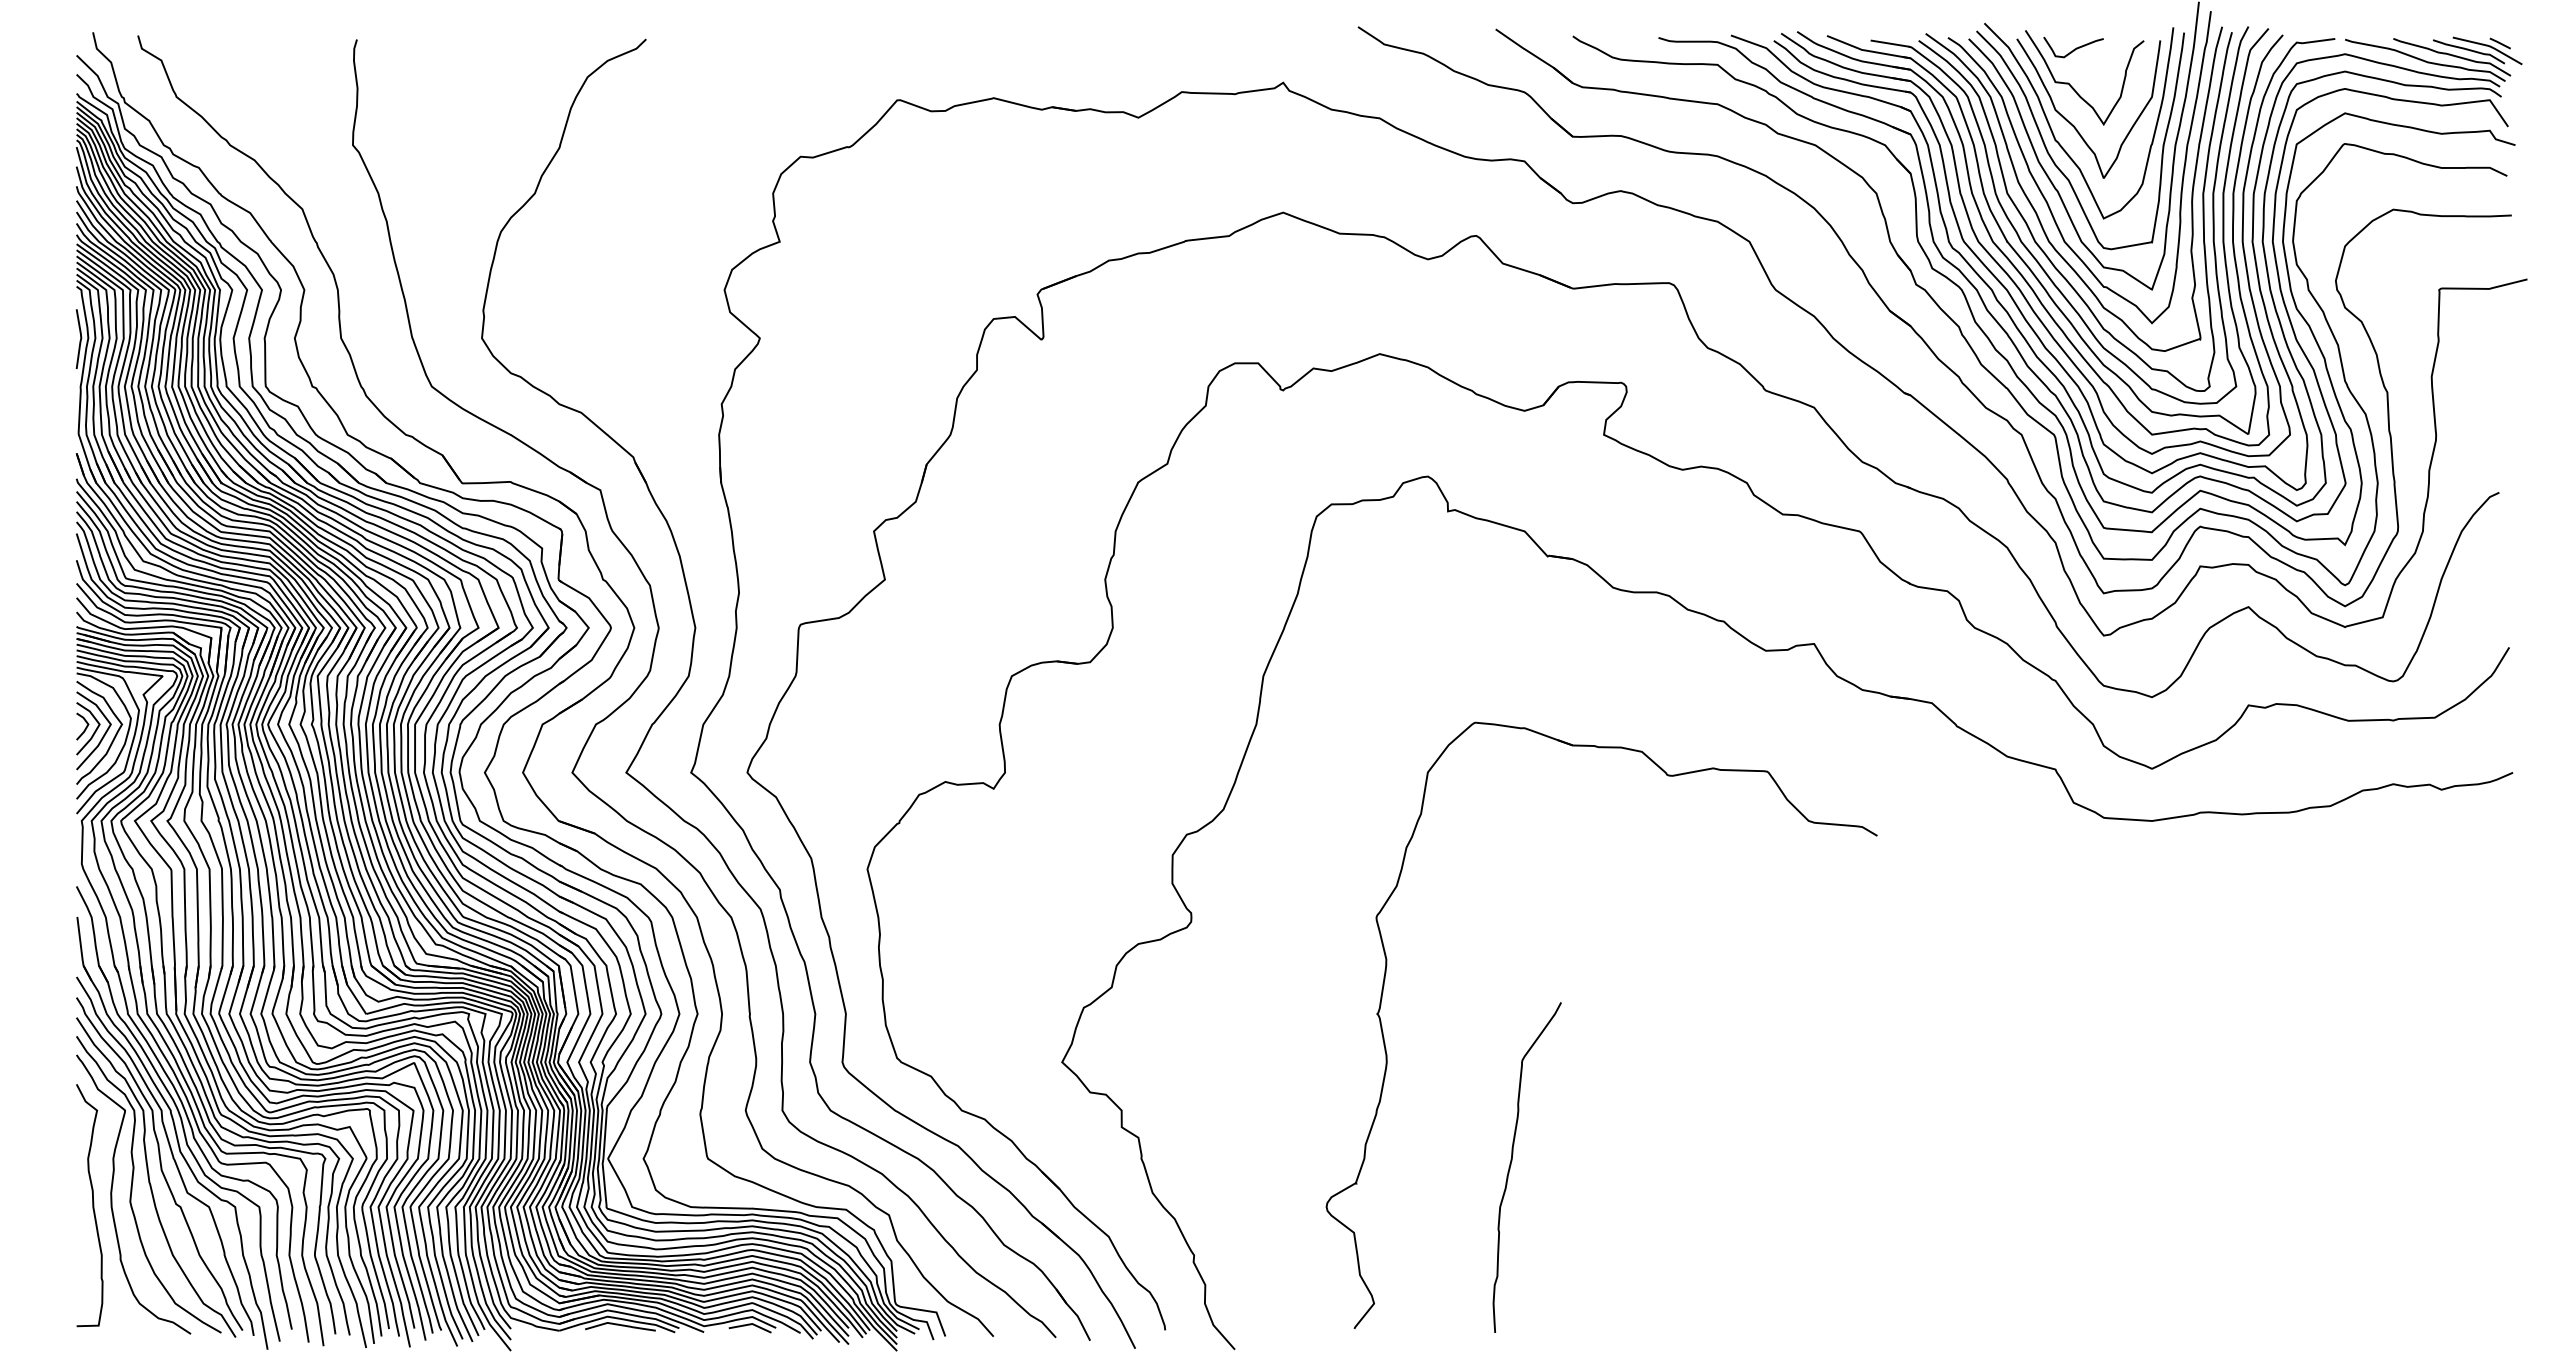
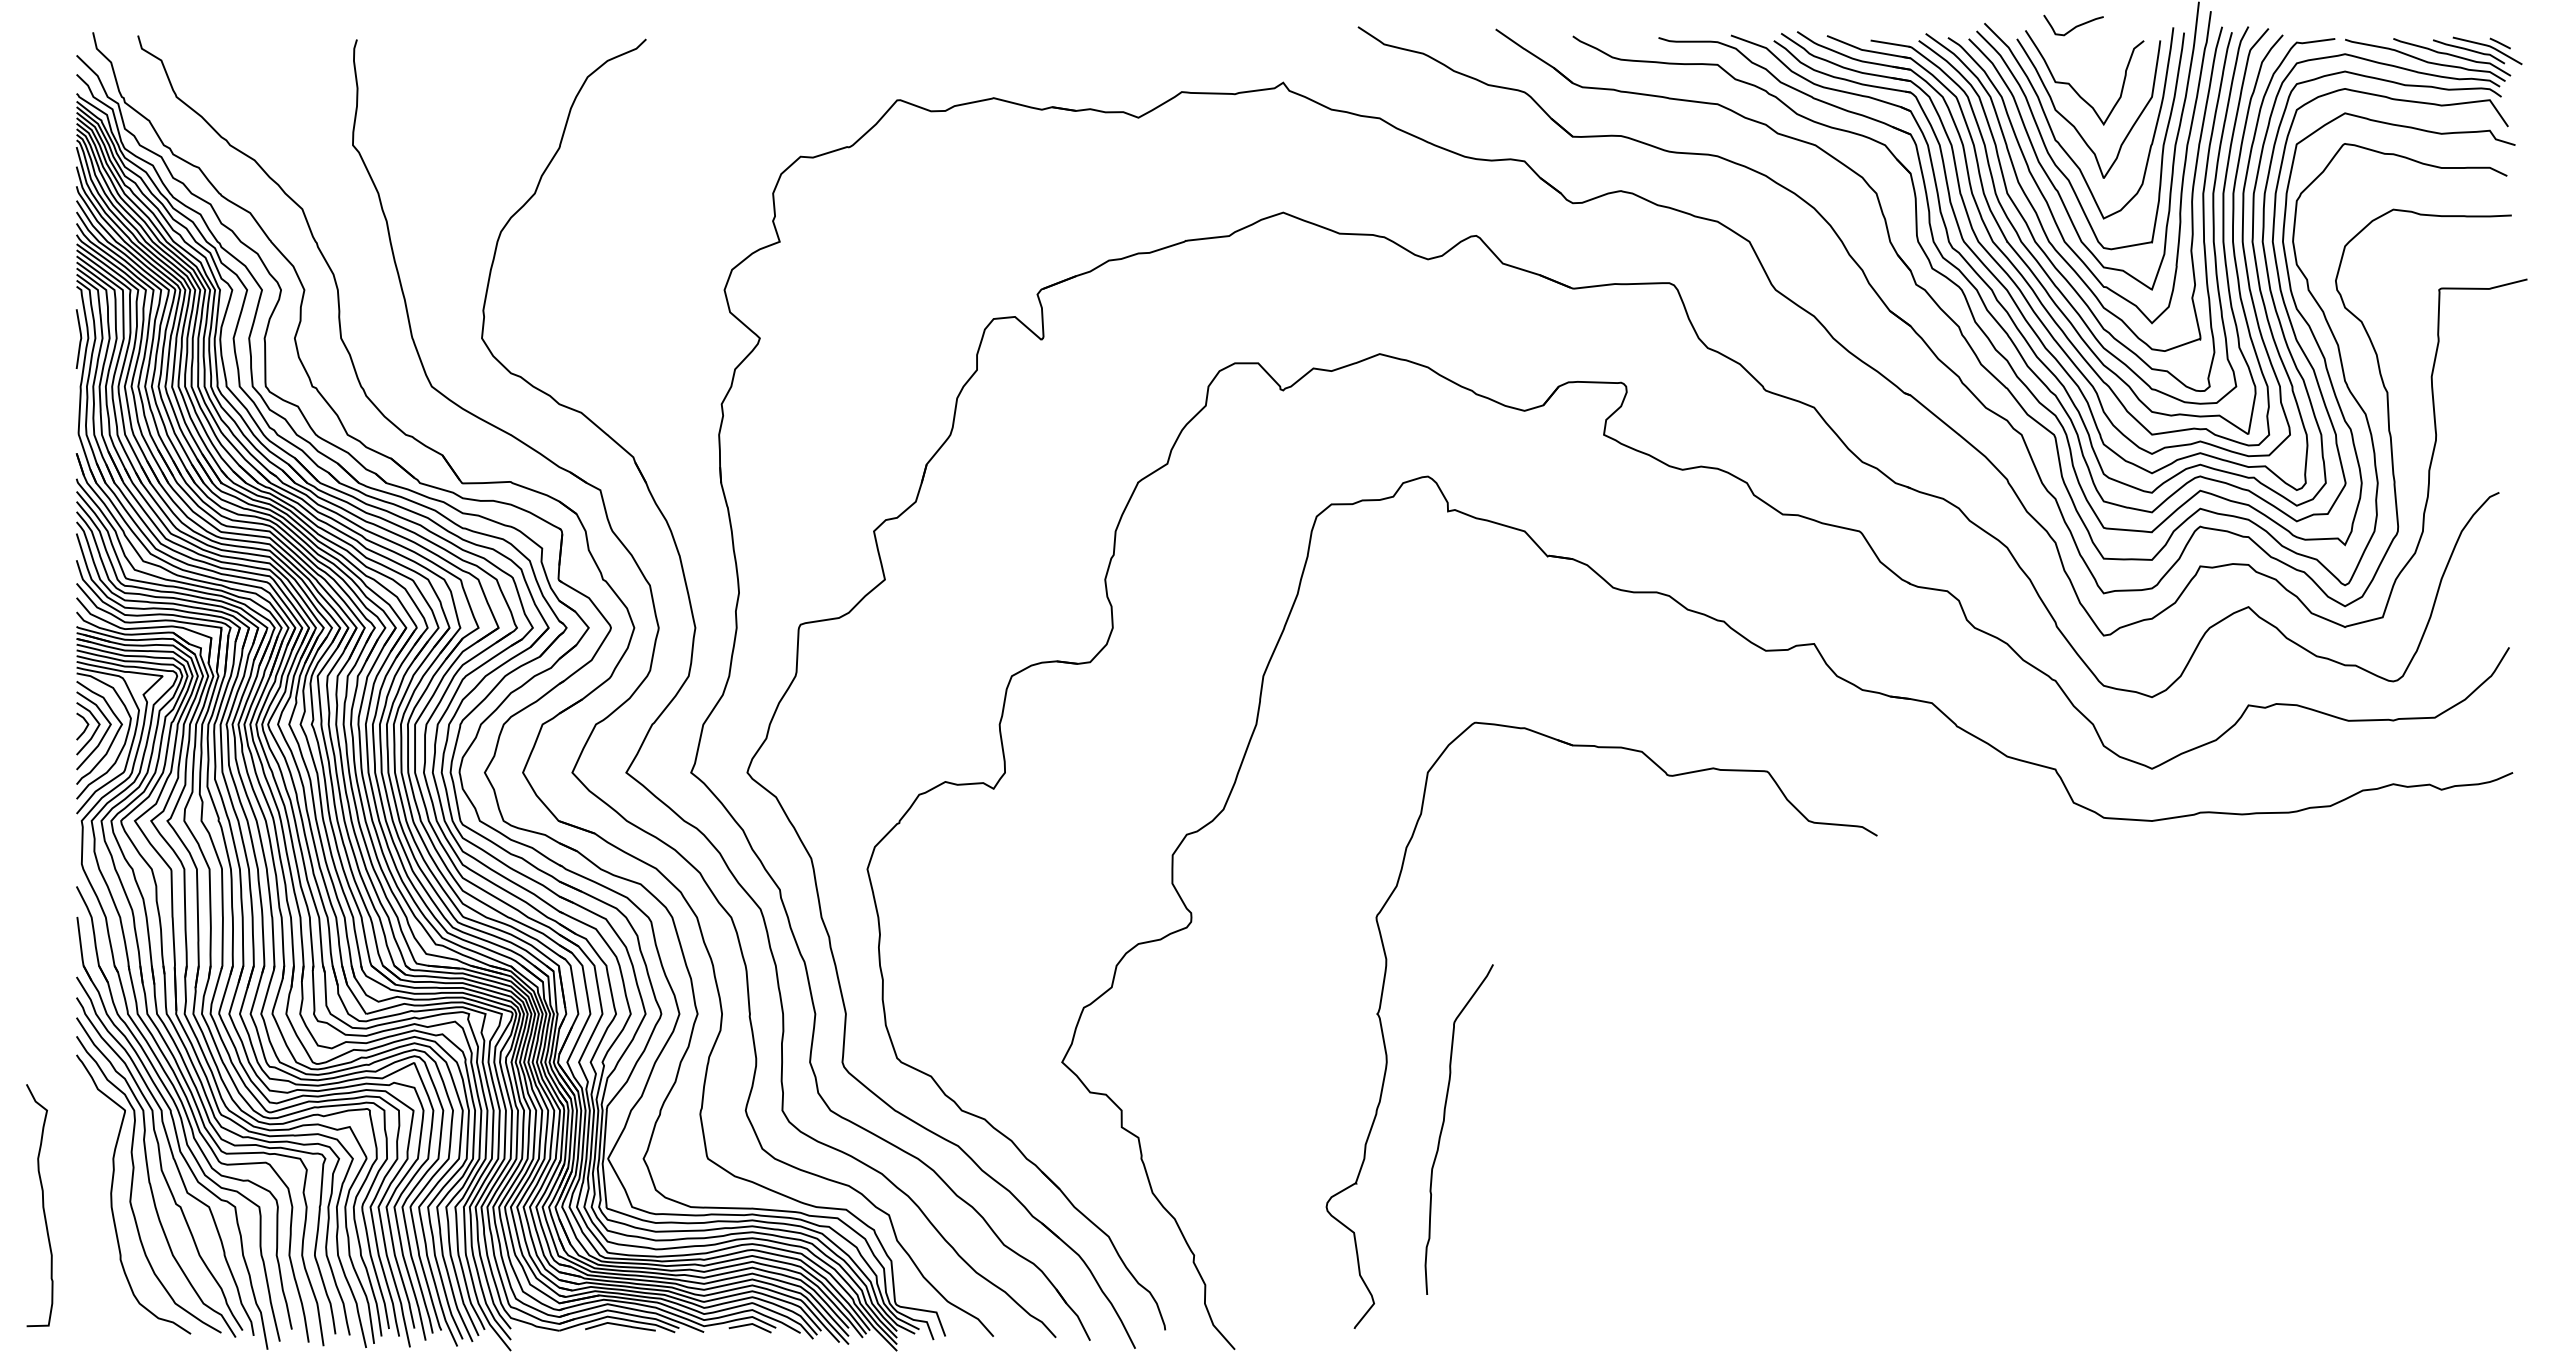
curve at (2074, 48) position: (2074, 48) -> (2074, 26)
curve at (1511, 1165) position: (1511, 1165) -> (1443, 1127)
curve at (92, 1205) position: (92, 1205) -> (42, 1205)
